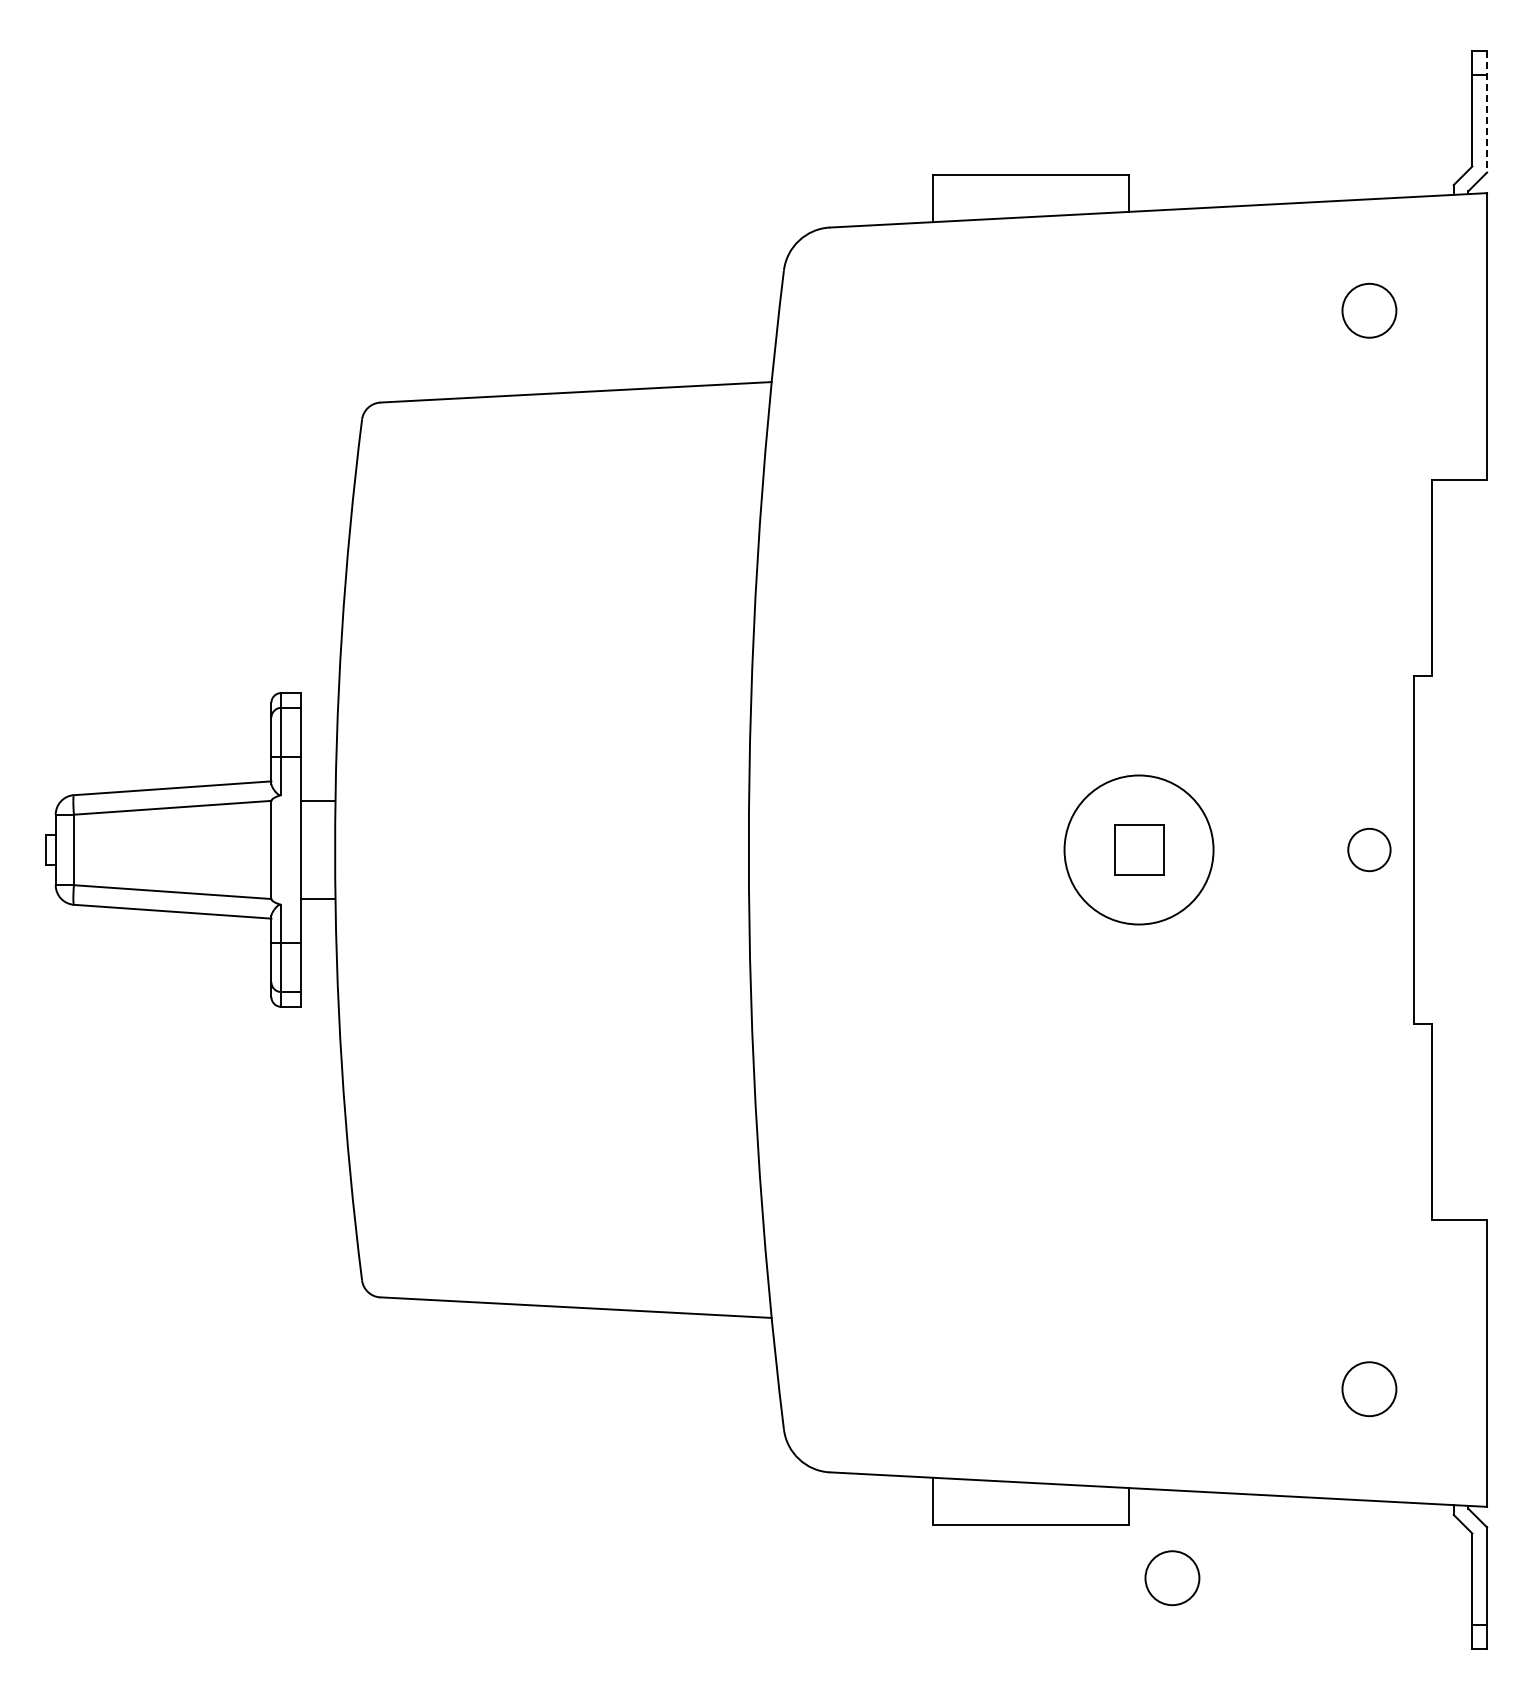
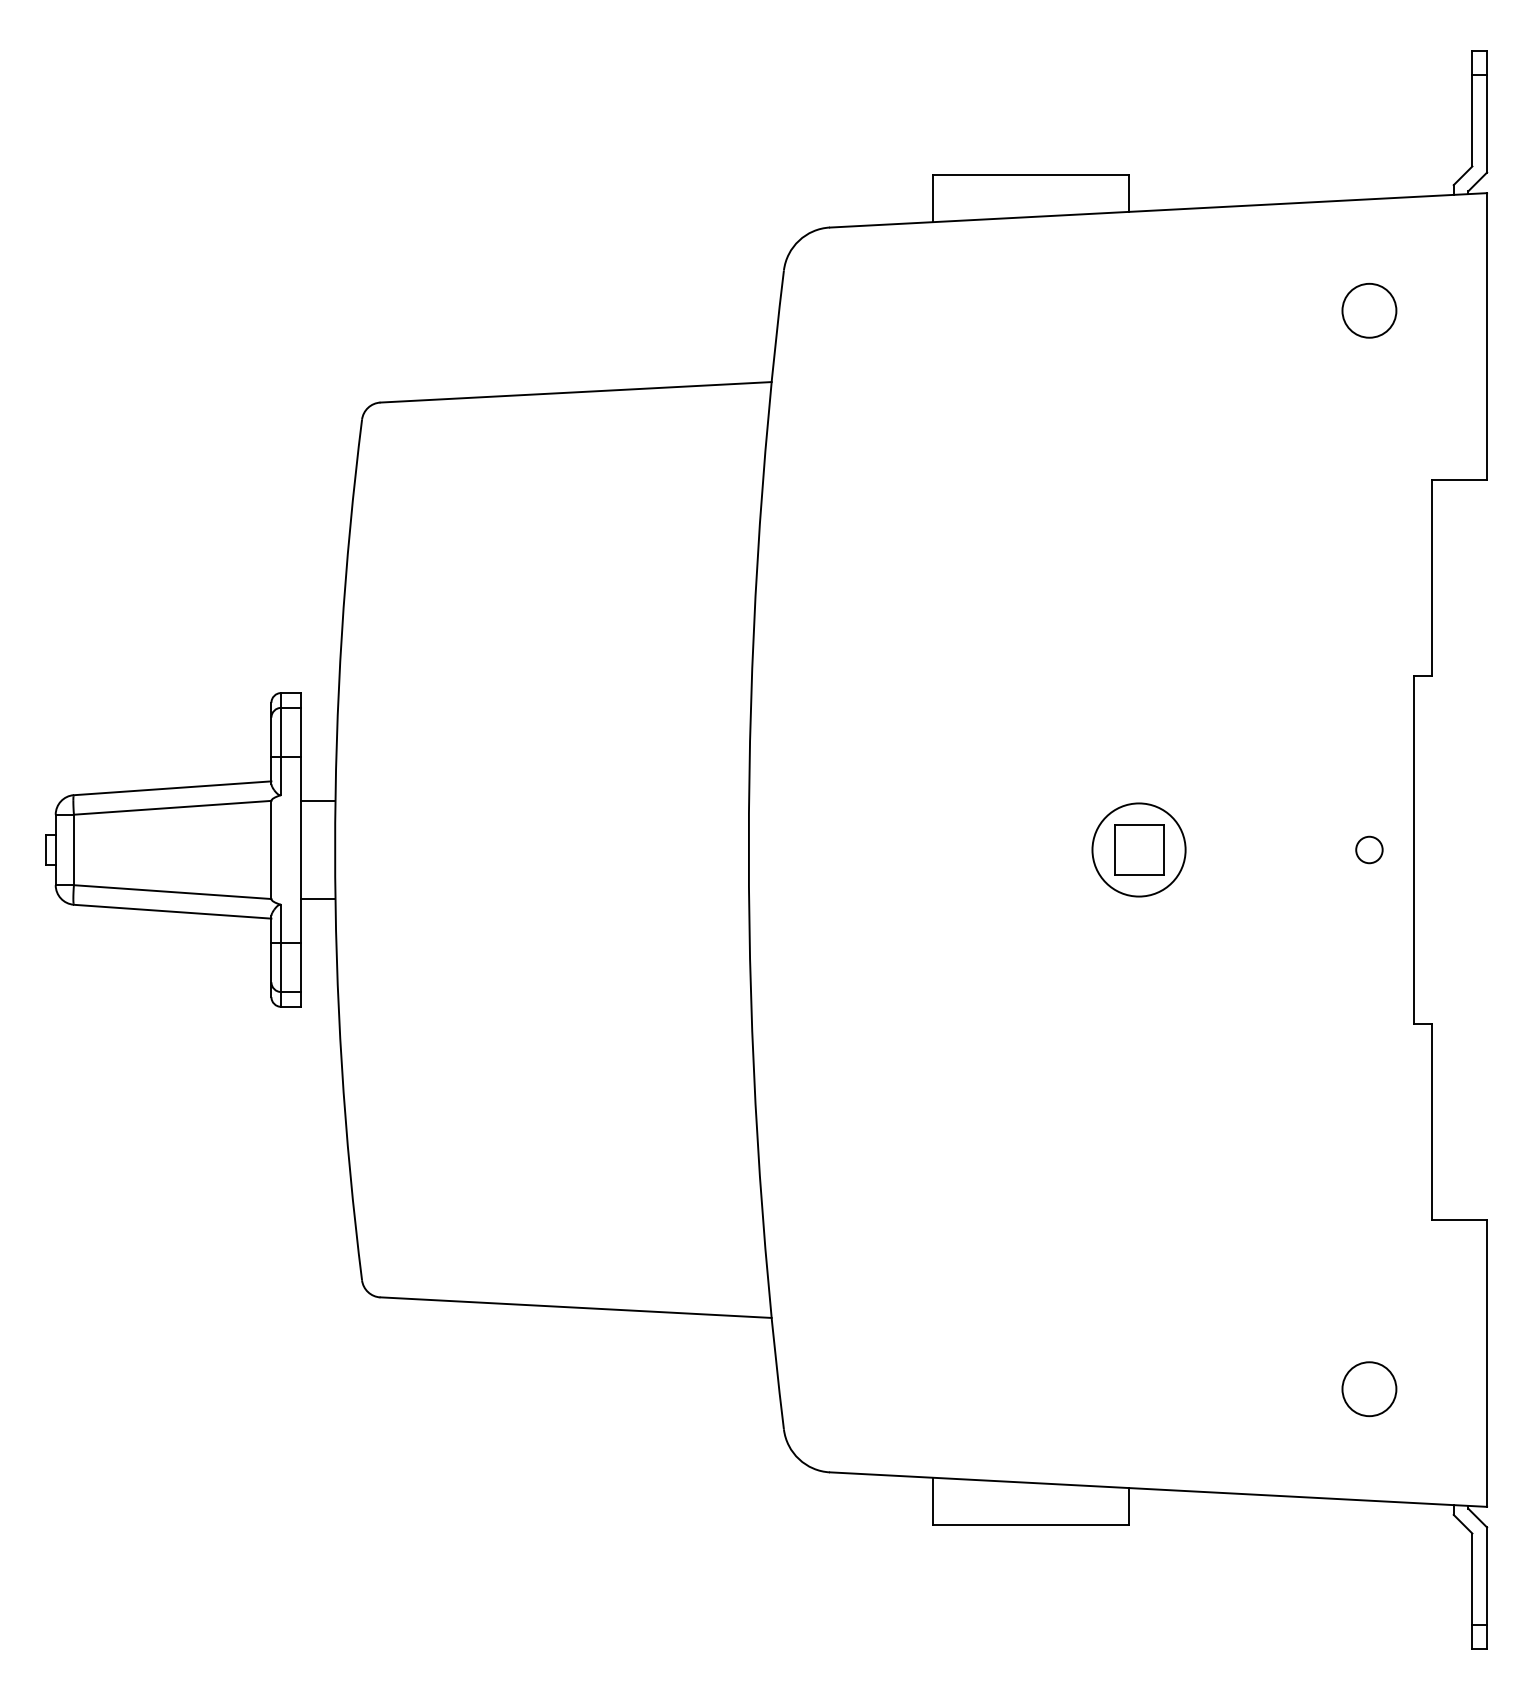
line at (1487, 111): dashed -> solid
circle at (1138, 849) diameter: 149 px -> 93 px
circle at (1369, 849) diameter: 42 px -> 26 px
circle at (1172, 1578): present -> none
